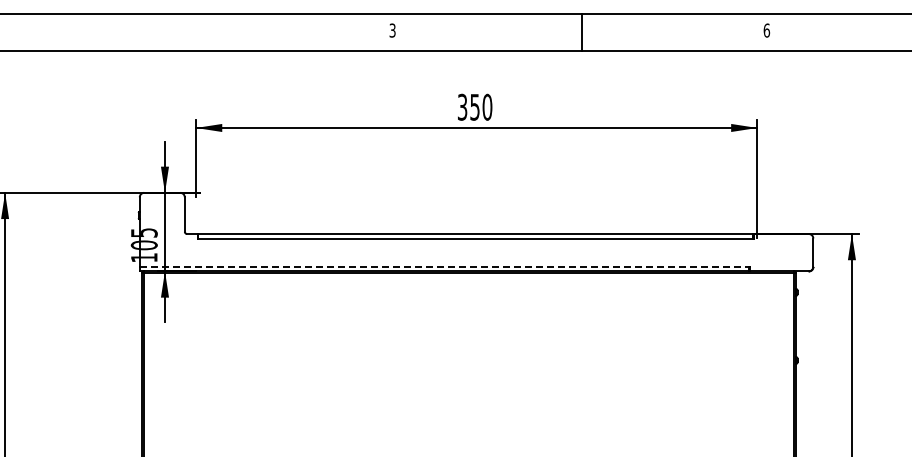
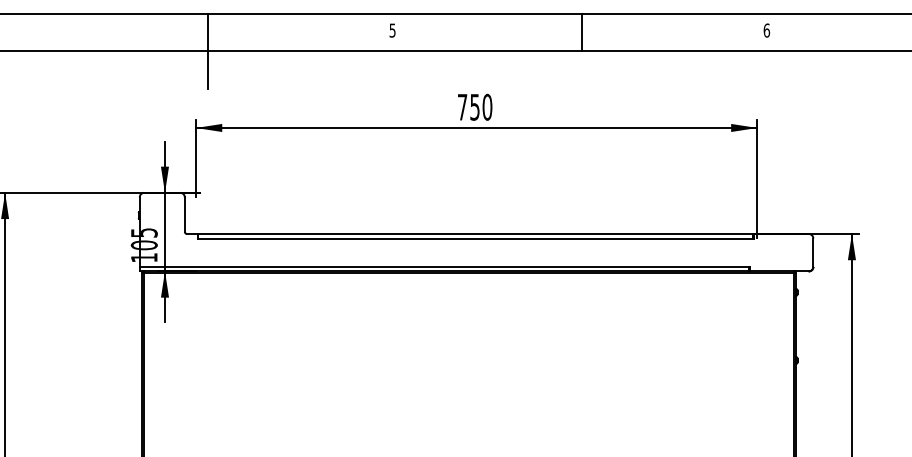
text at (392, 29): 3 -> 5
line at (207, 50): none -> present
text at (462, 106): 350 -> 750
line at (444, 266): dashed -> solid
